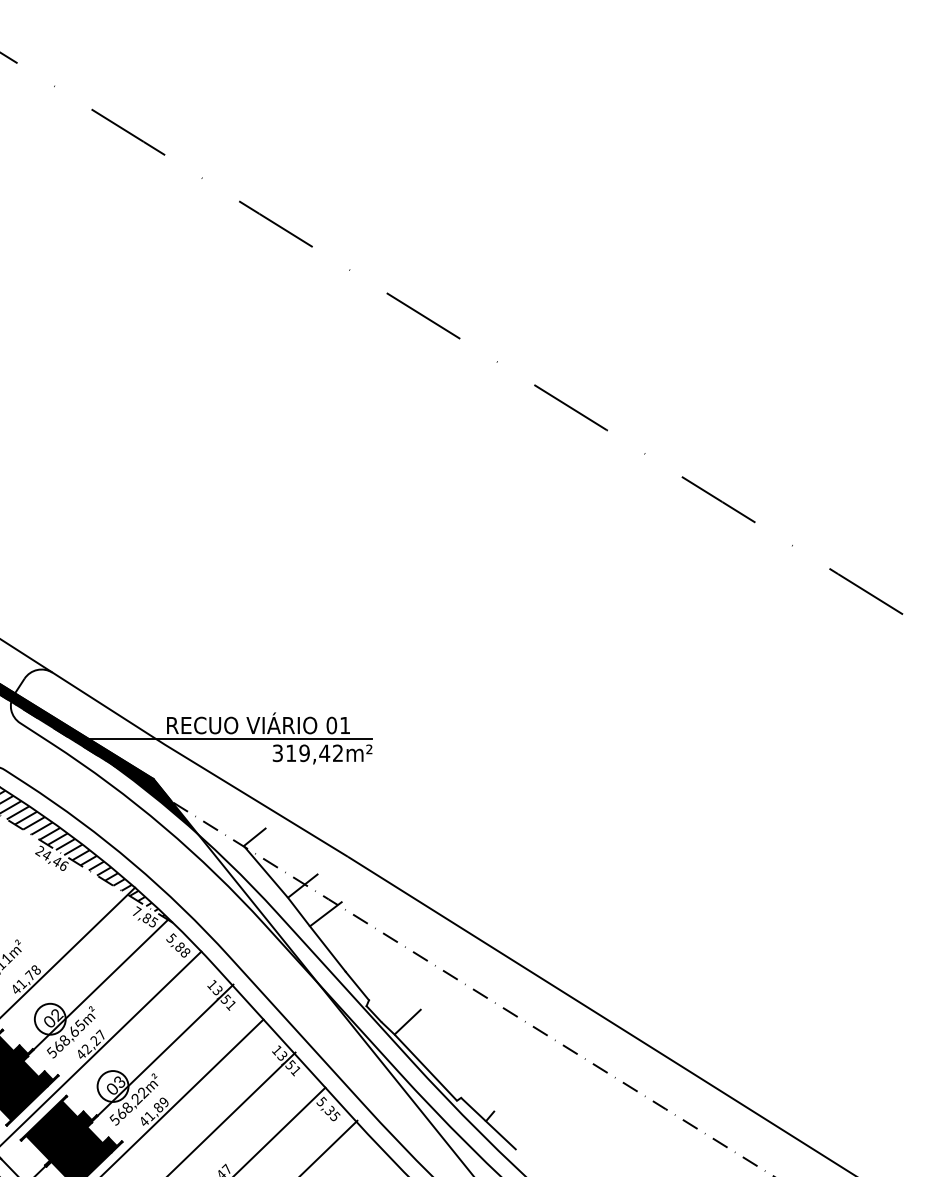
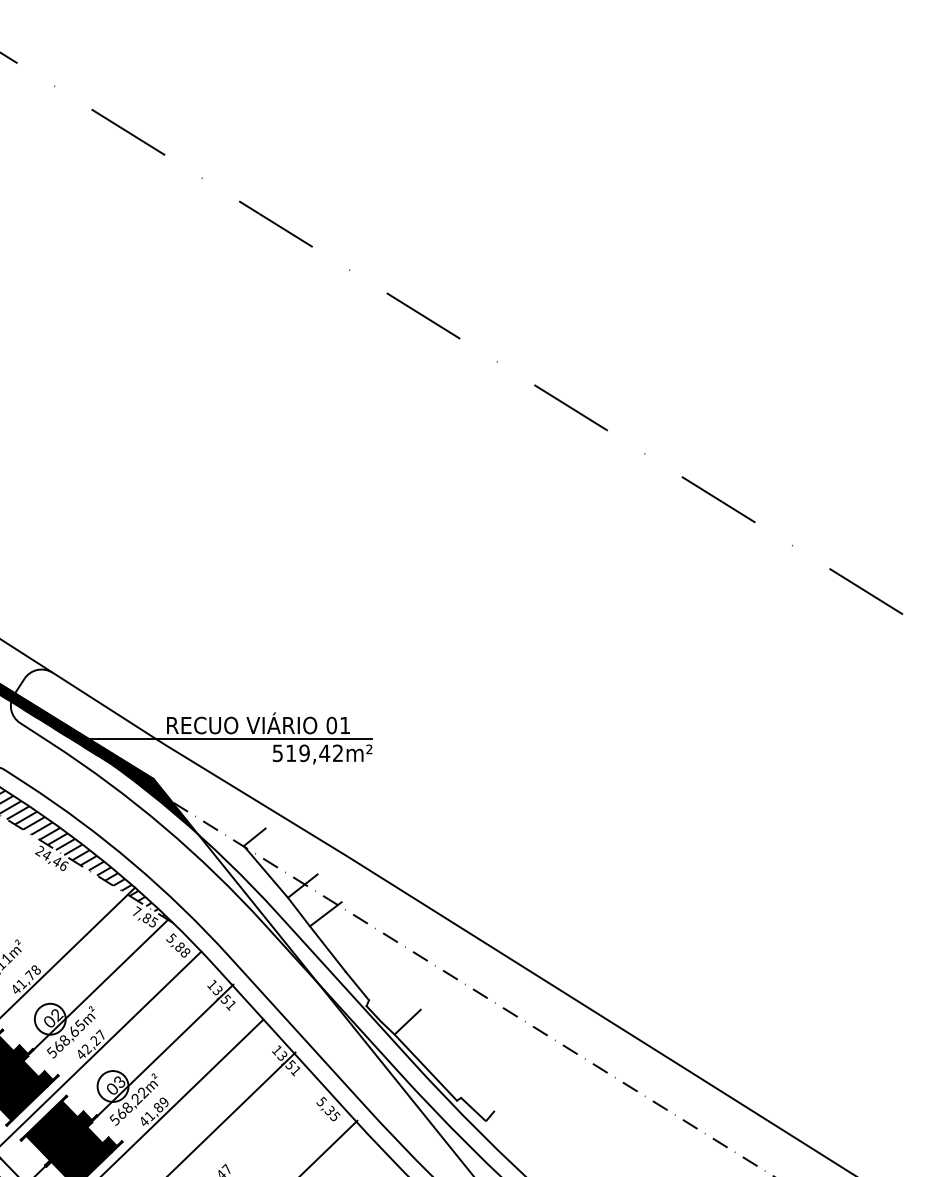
text at (277, 752): 319,42m² -> 519,42m²
line at (280, 1130): present -> none
line at (500, 1135): present -> none
